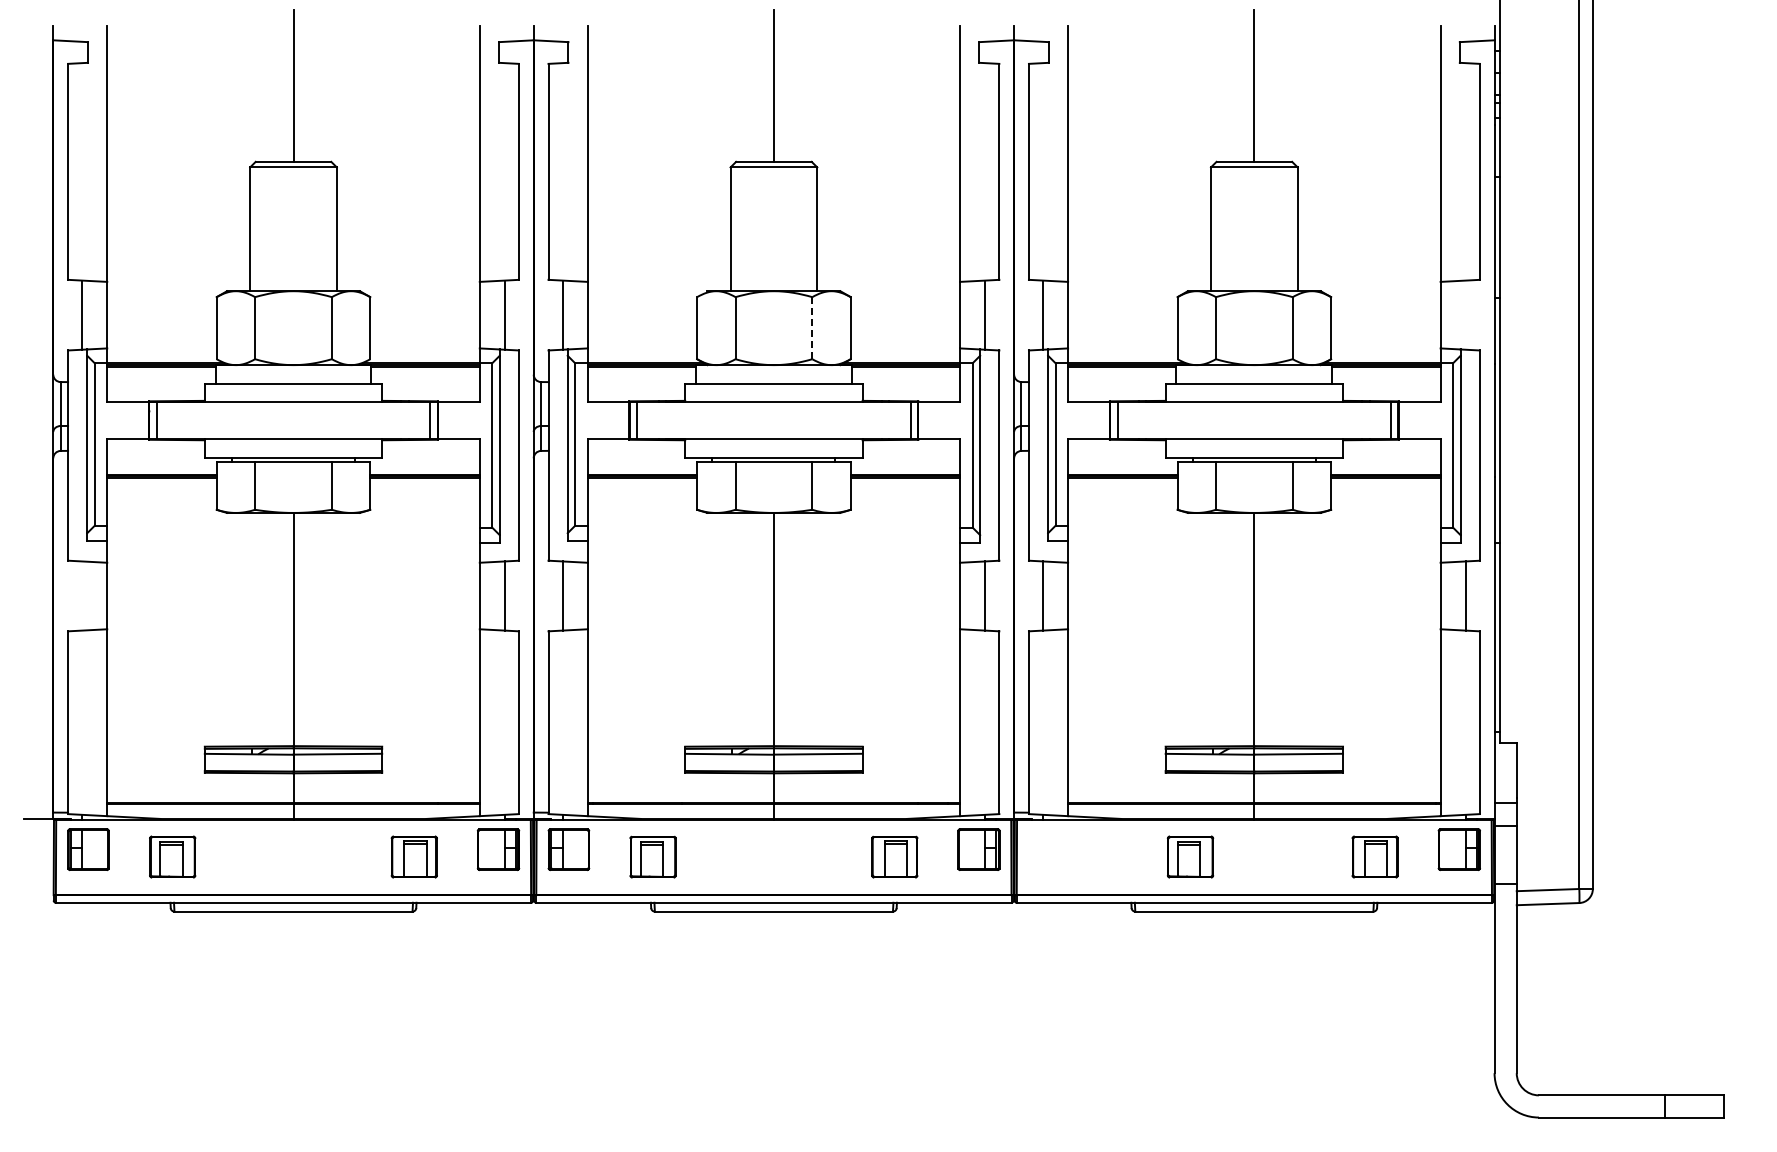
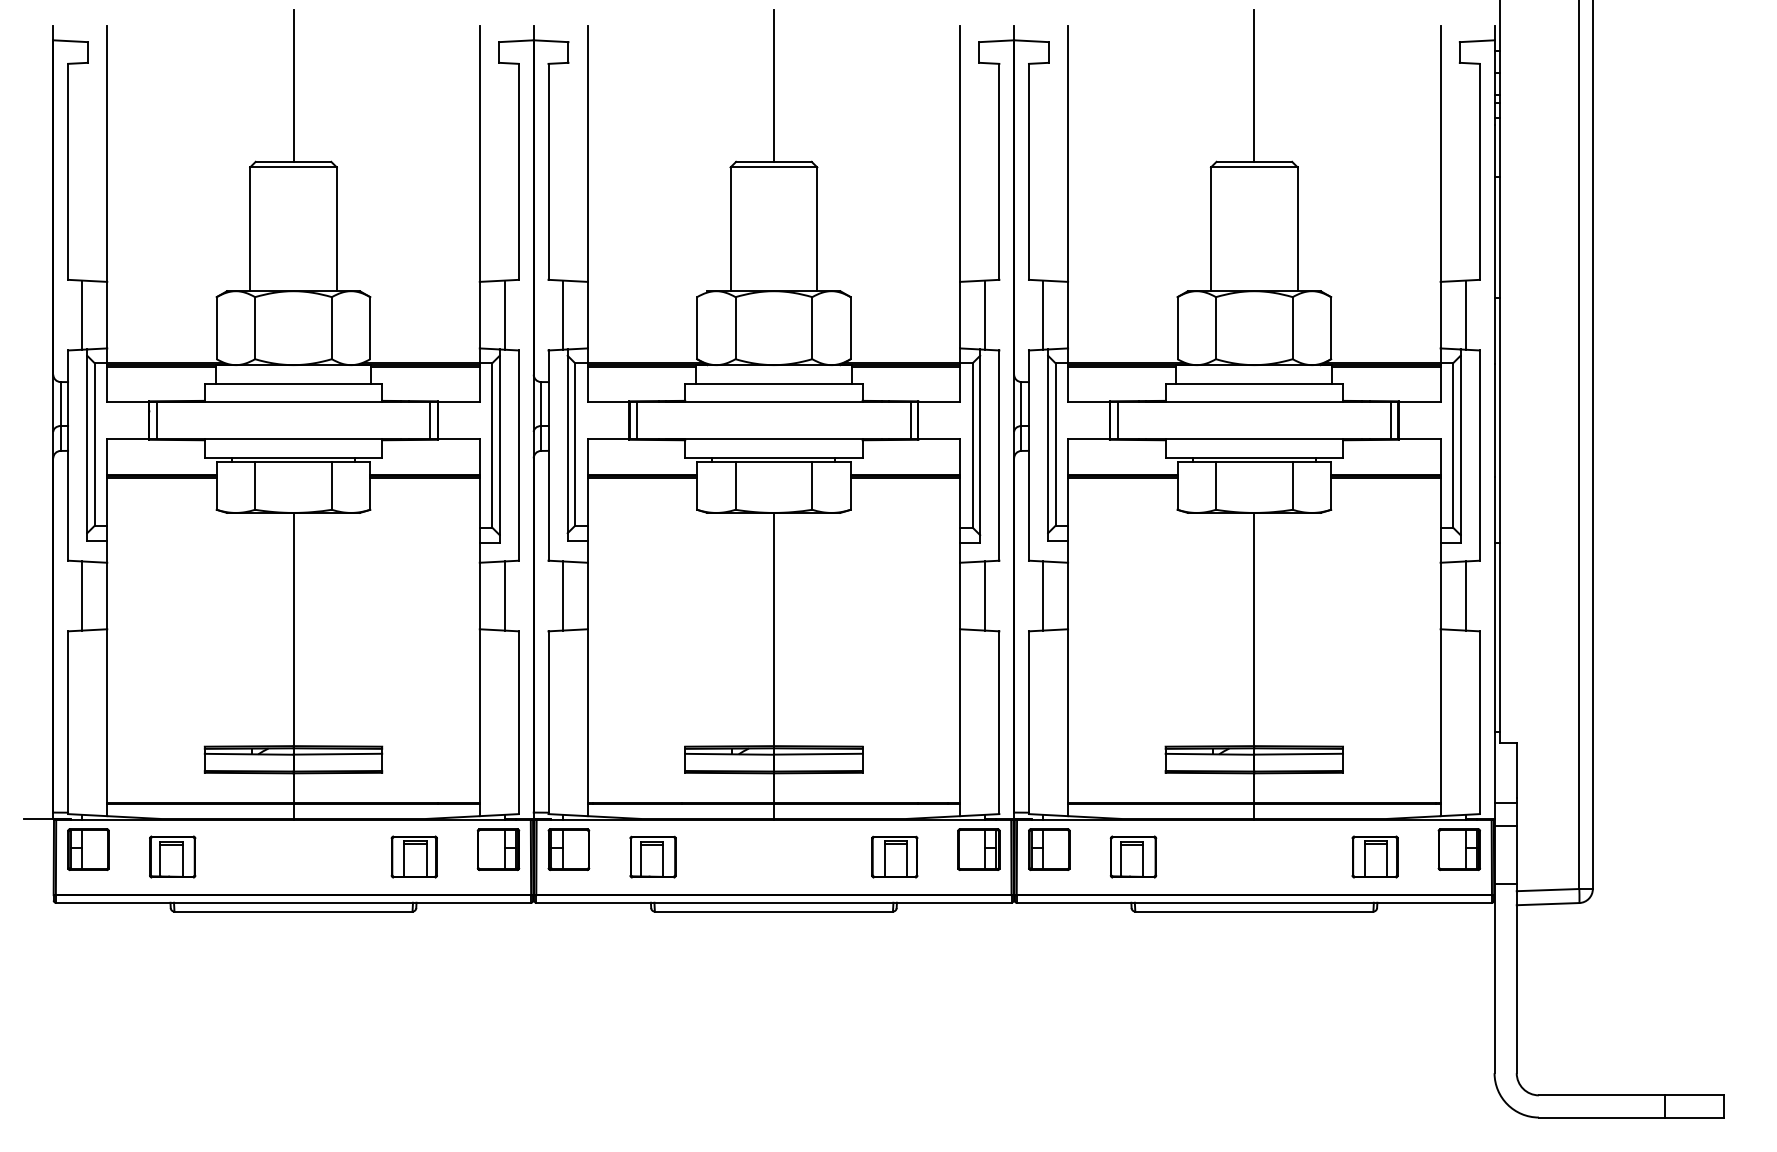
line at (1465, 314): none -> present
line at (812, 327): dashed -> solid
line at (82, 595): none -> present
part at (1049, 849): none -> present
part at (1190, 856) position: (1190, 856) -> (1133, 856)
